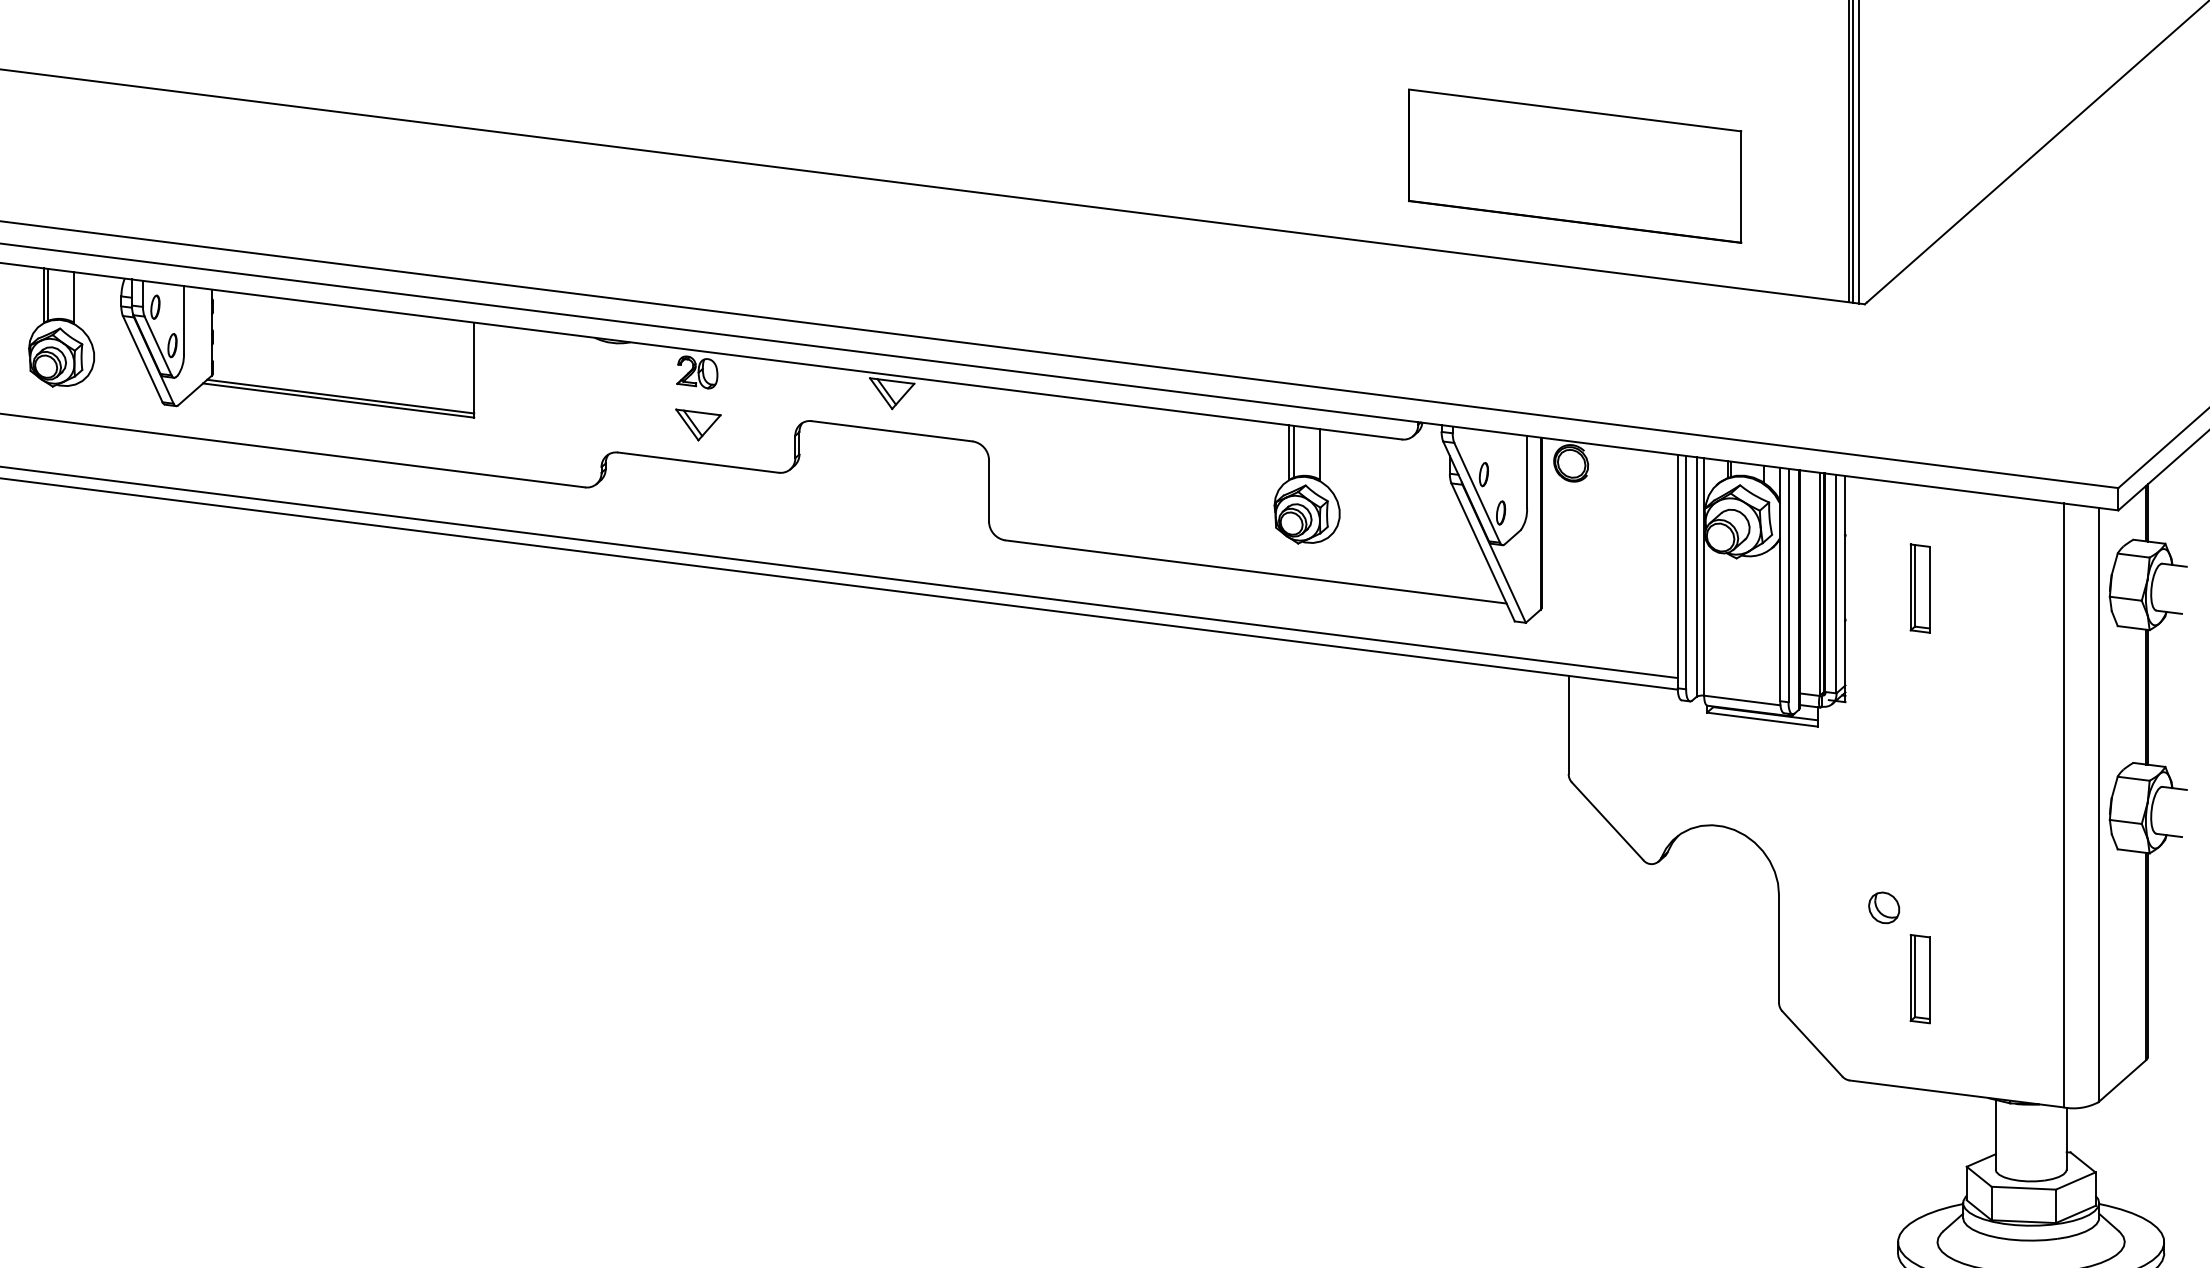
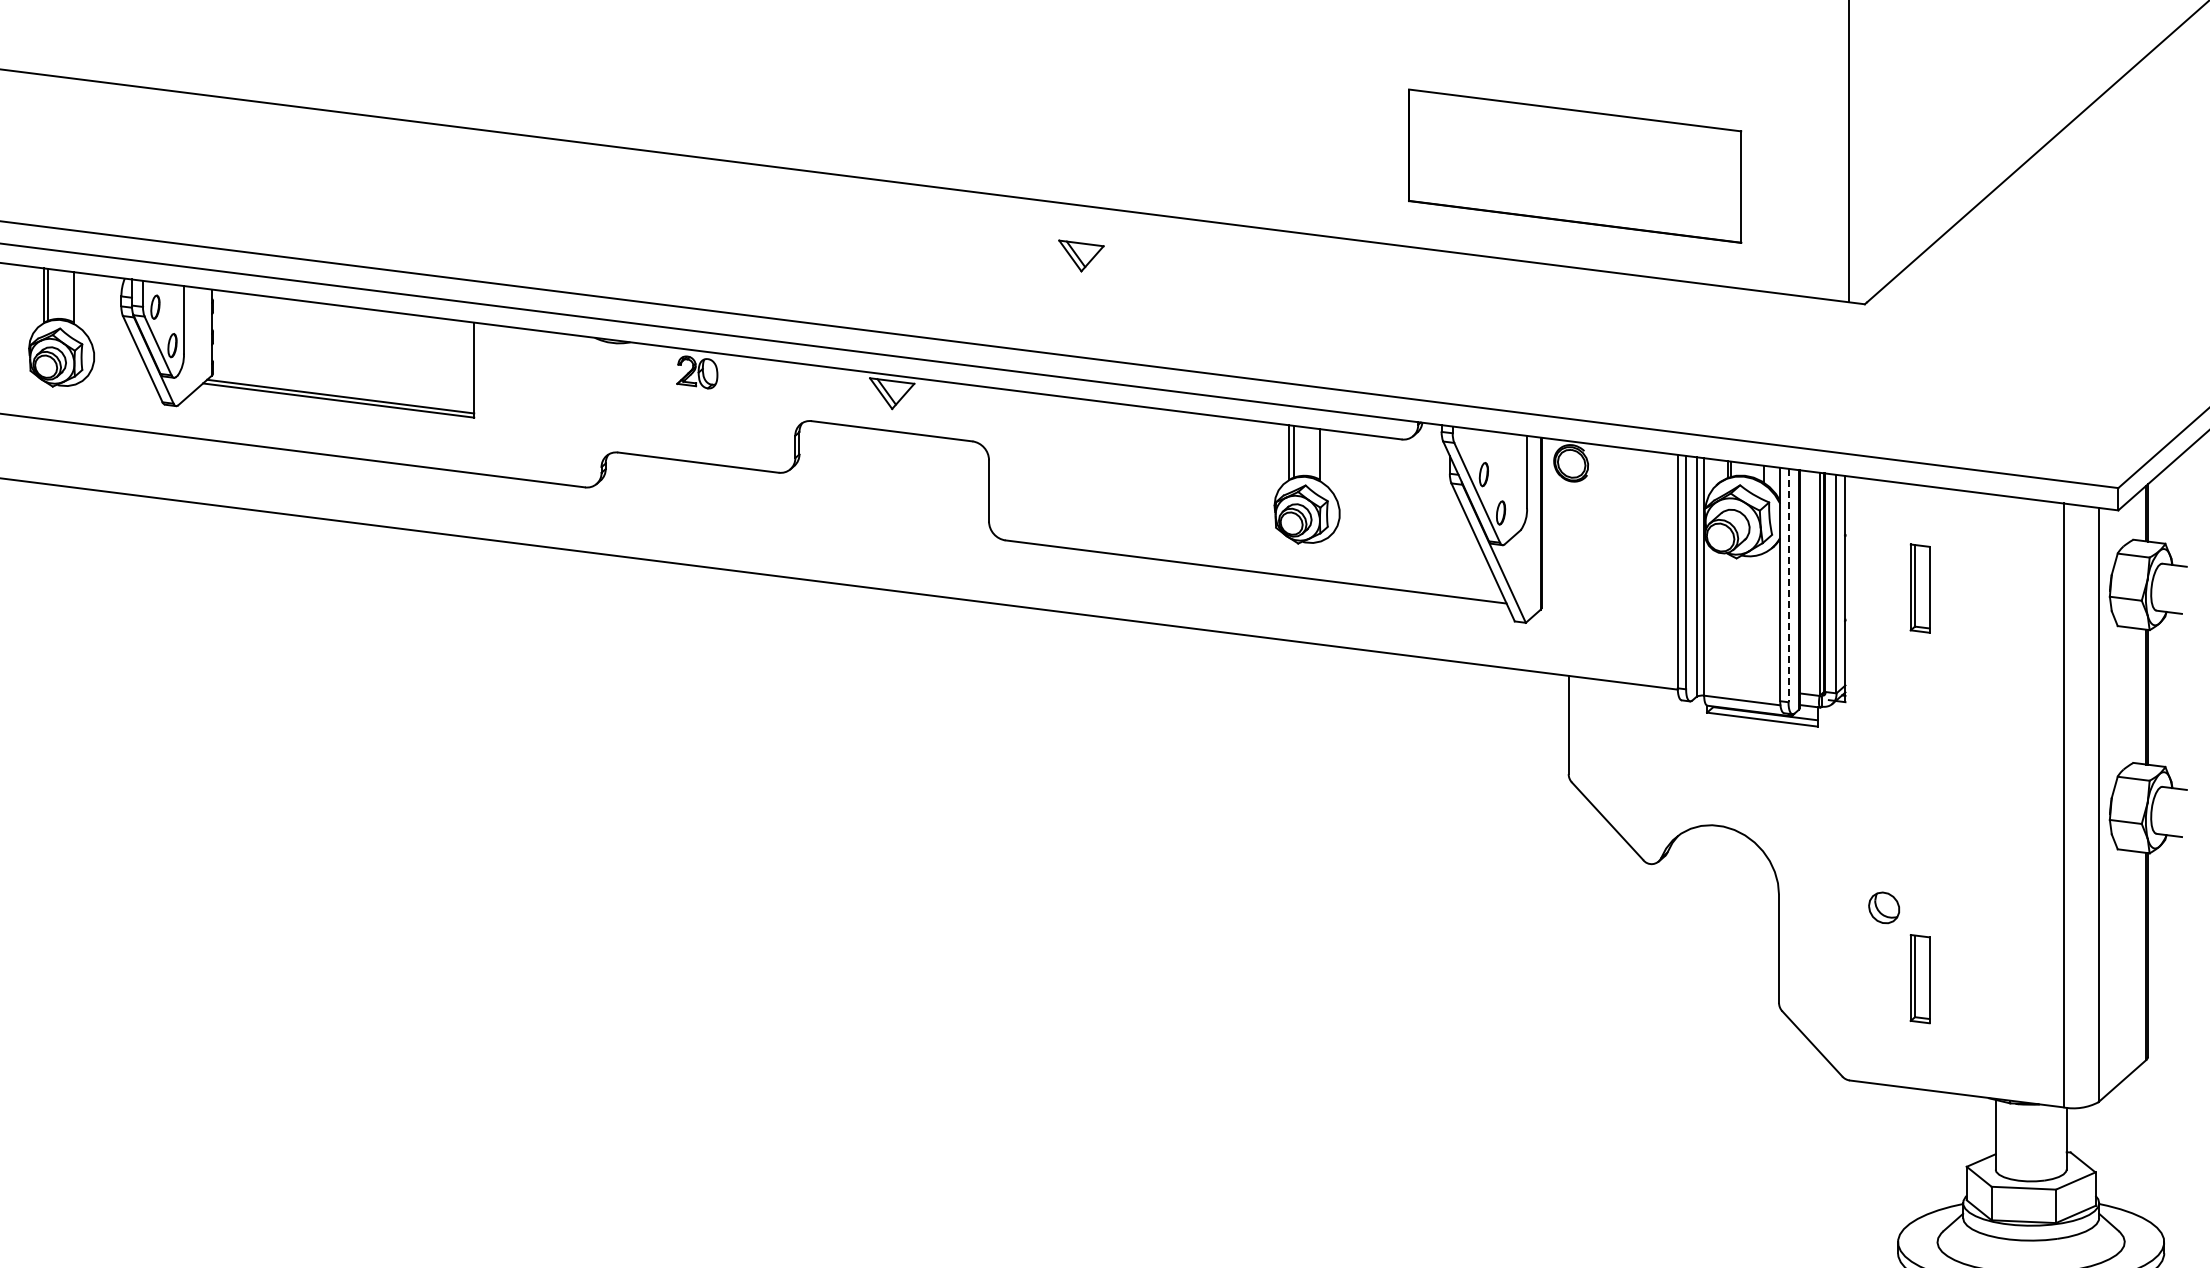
line at (1852, 152): present -> none
line at (1859, 152): present -> none
part at (698, 424) position: (698, 424) -> (1081, 255)
line at (839, 572): present -> none
line at (1788, 585): solid -> dashed
